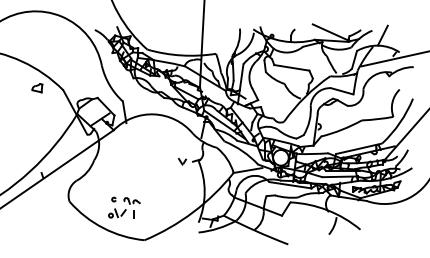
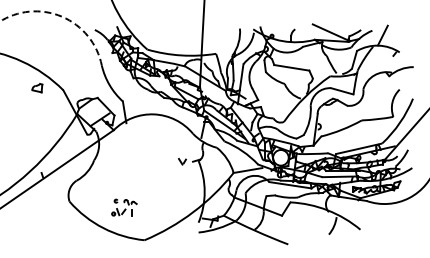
arc at (61, 16): solid -> dashed
line at (393, 58): present -> none
part at (124, 207) size: 33x23 px -> 27x19 px
